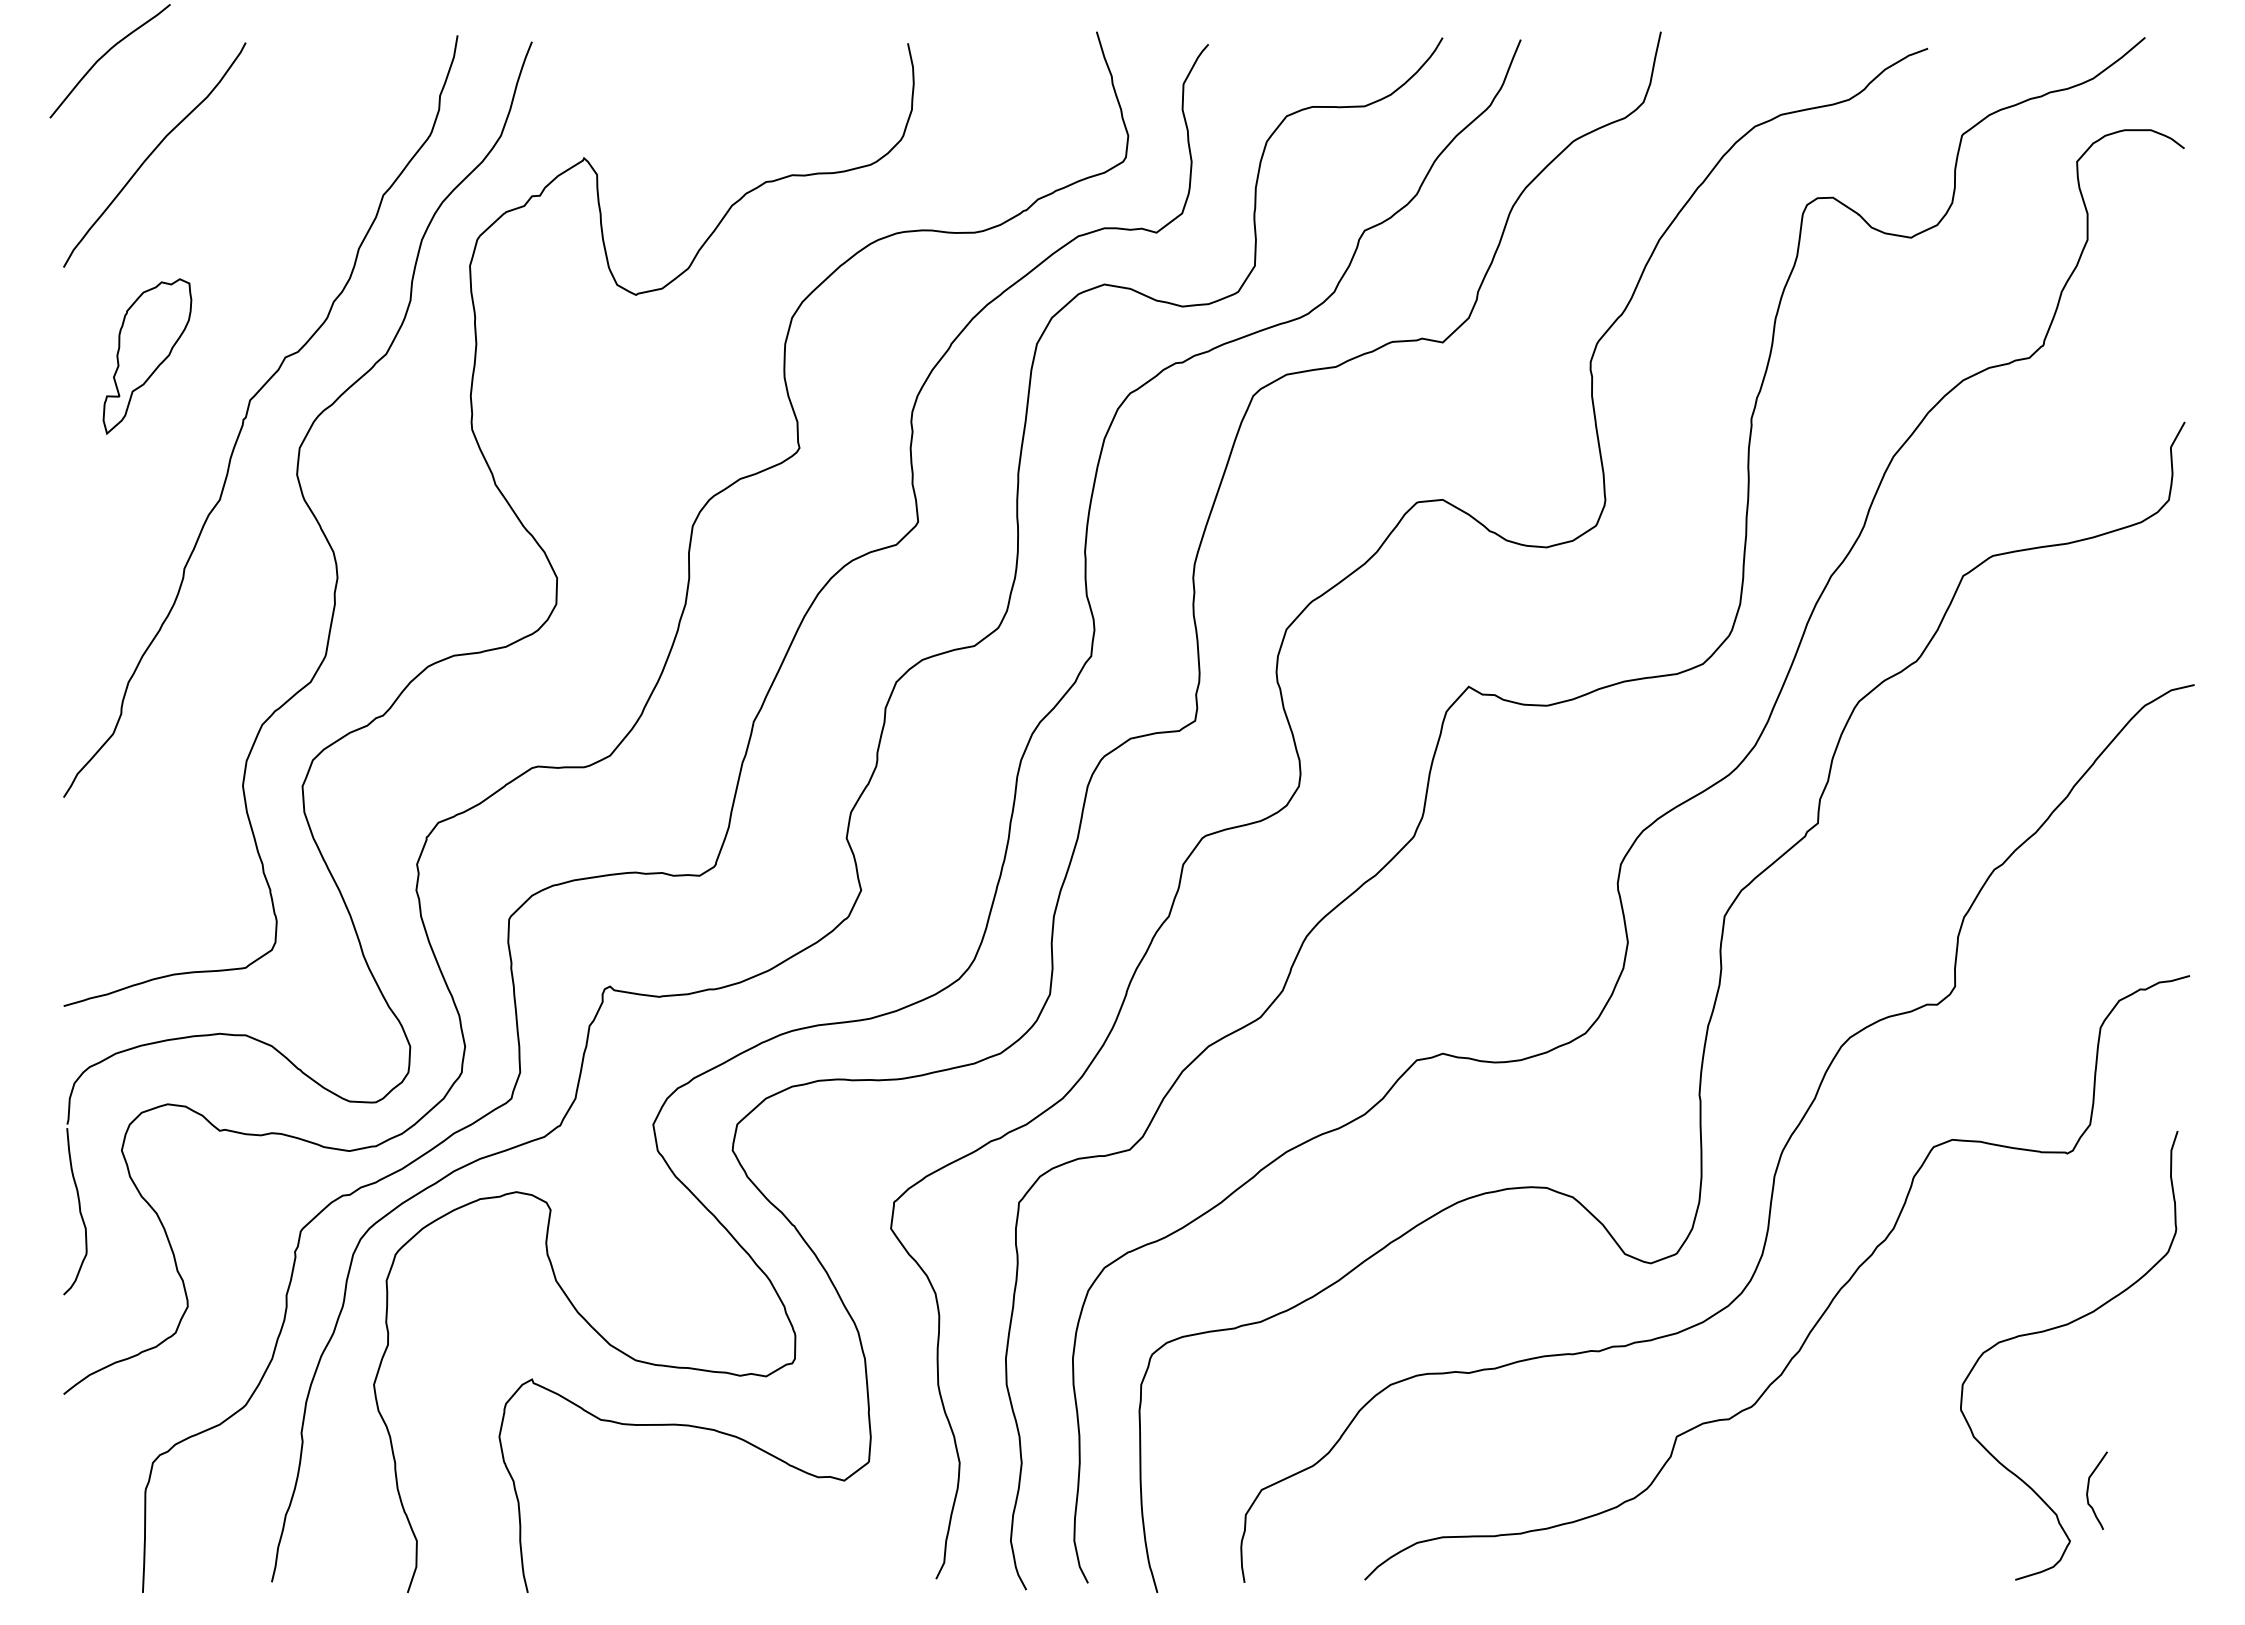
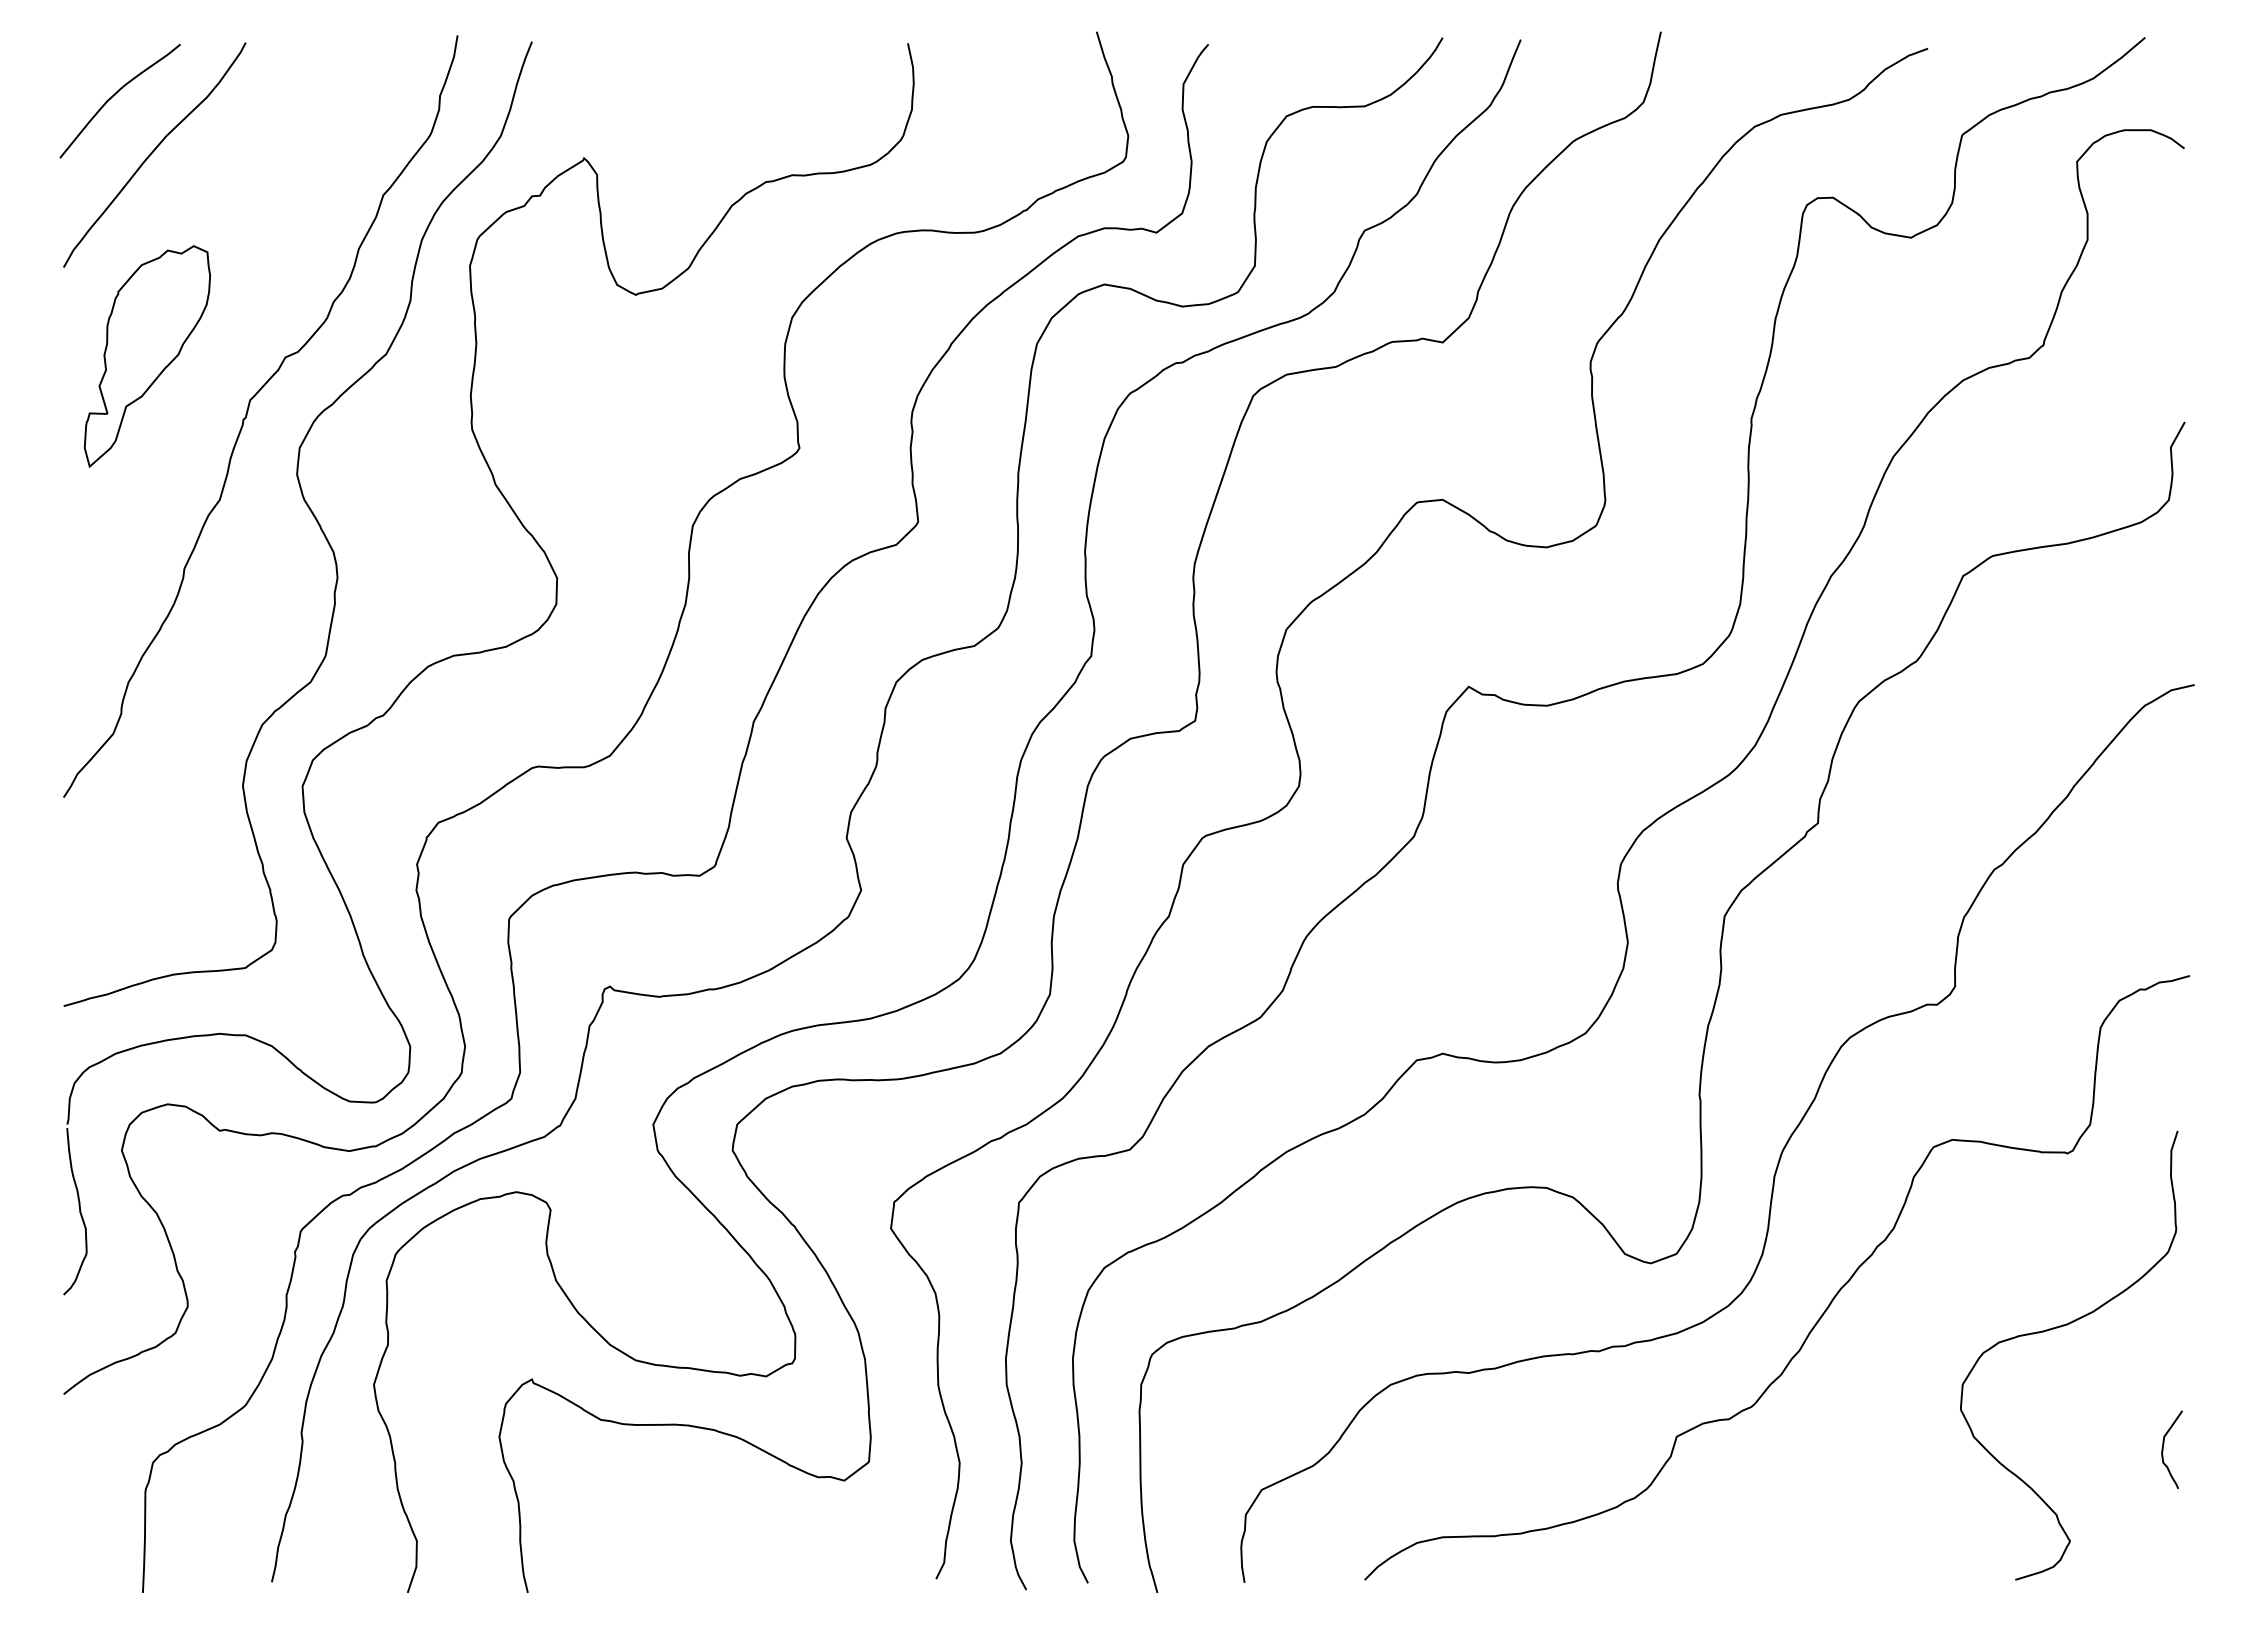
curve at (104, 56) position: (104, 56) -> (114, 96)
part at (147, 356) size: 91x157 px -> 129x223 px
curve at (2088, 1490) position: (2088, 1490) -> (2163, 1449)
